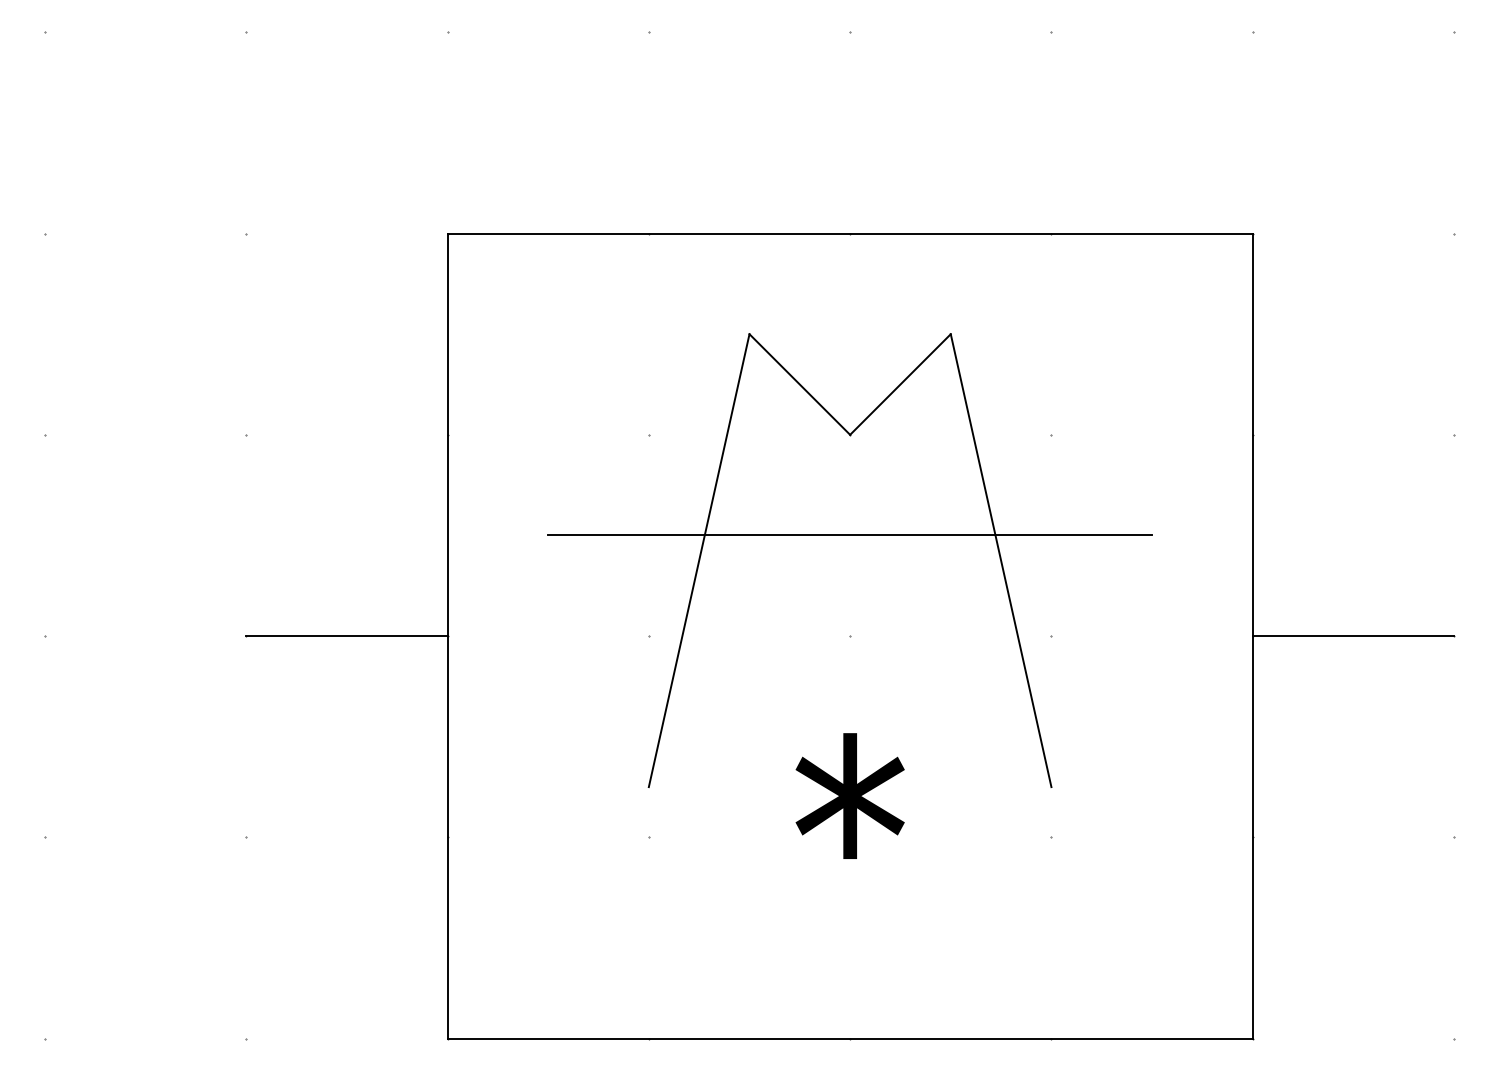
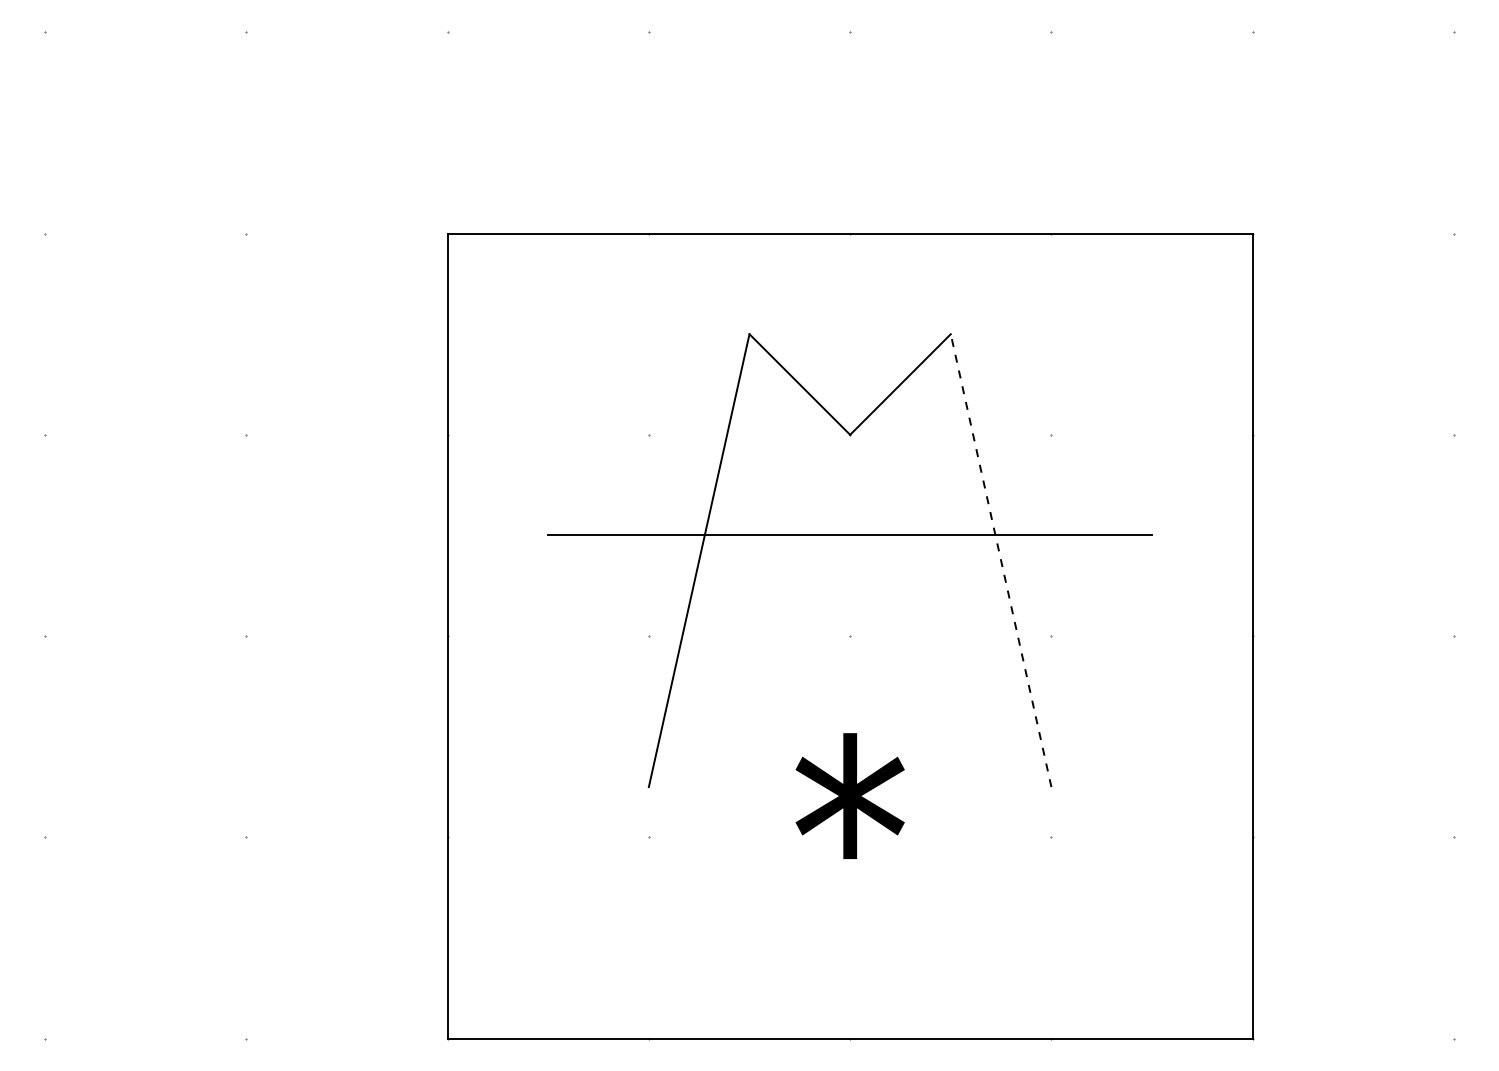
line at (1001, 560): solid -> dashed
line at (346, 636): present -> none
line at (1353, 636): present -> none
